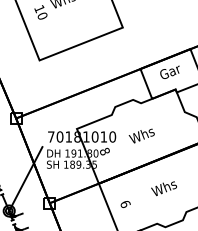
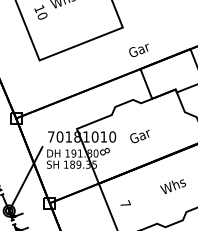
text at (169, 71) position: (169, 71) -> (138, 49)
text at (141, 135): Whs -> Gar
text at (163, 188) position: (163, 188) -> (172, 186)
text at (125, 204): 6 -> 7
